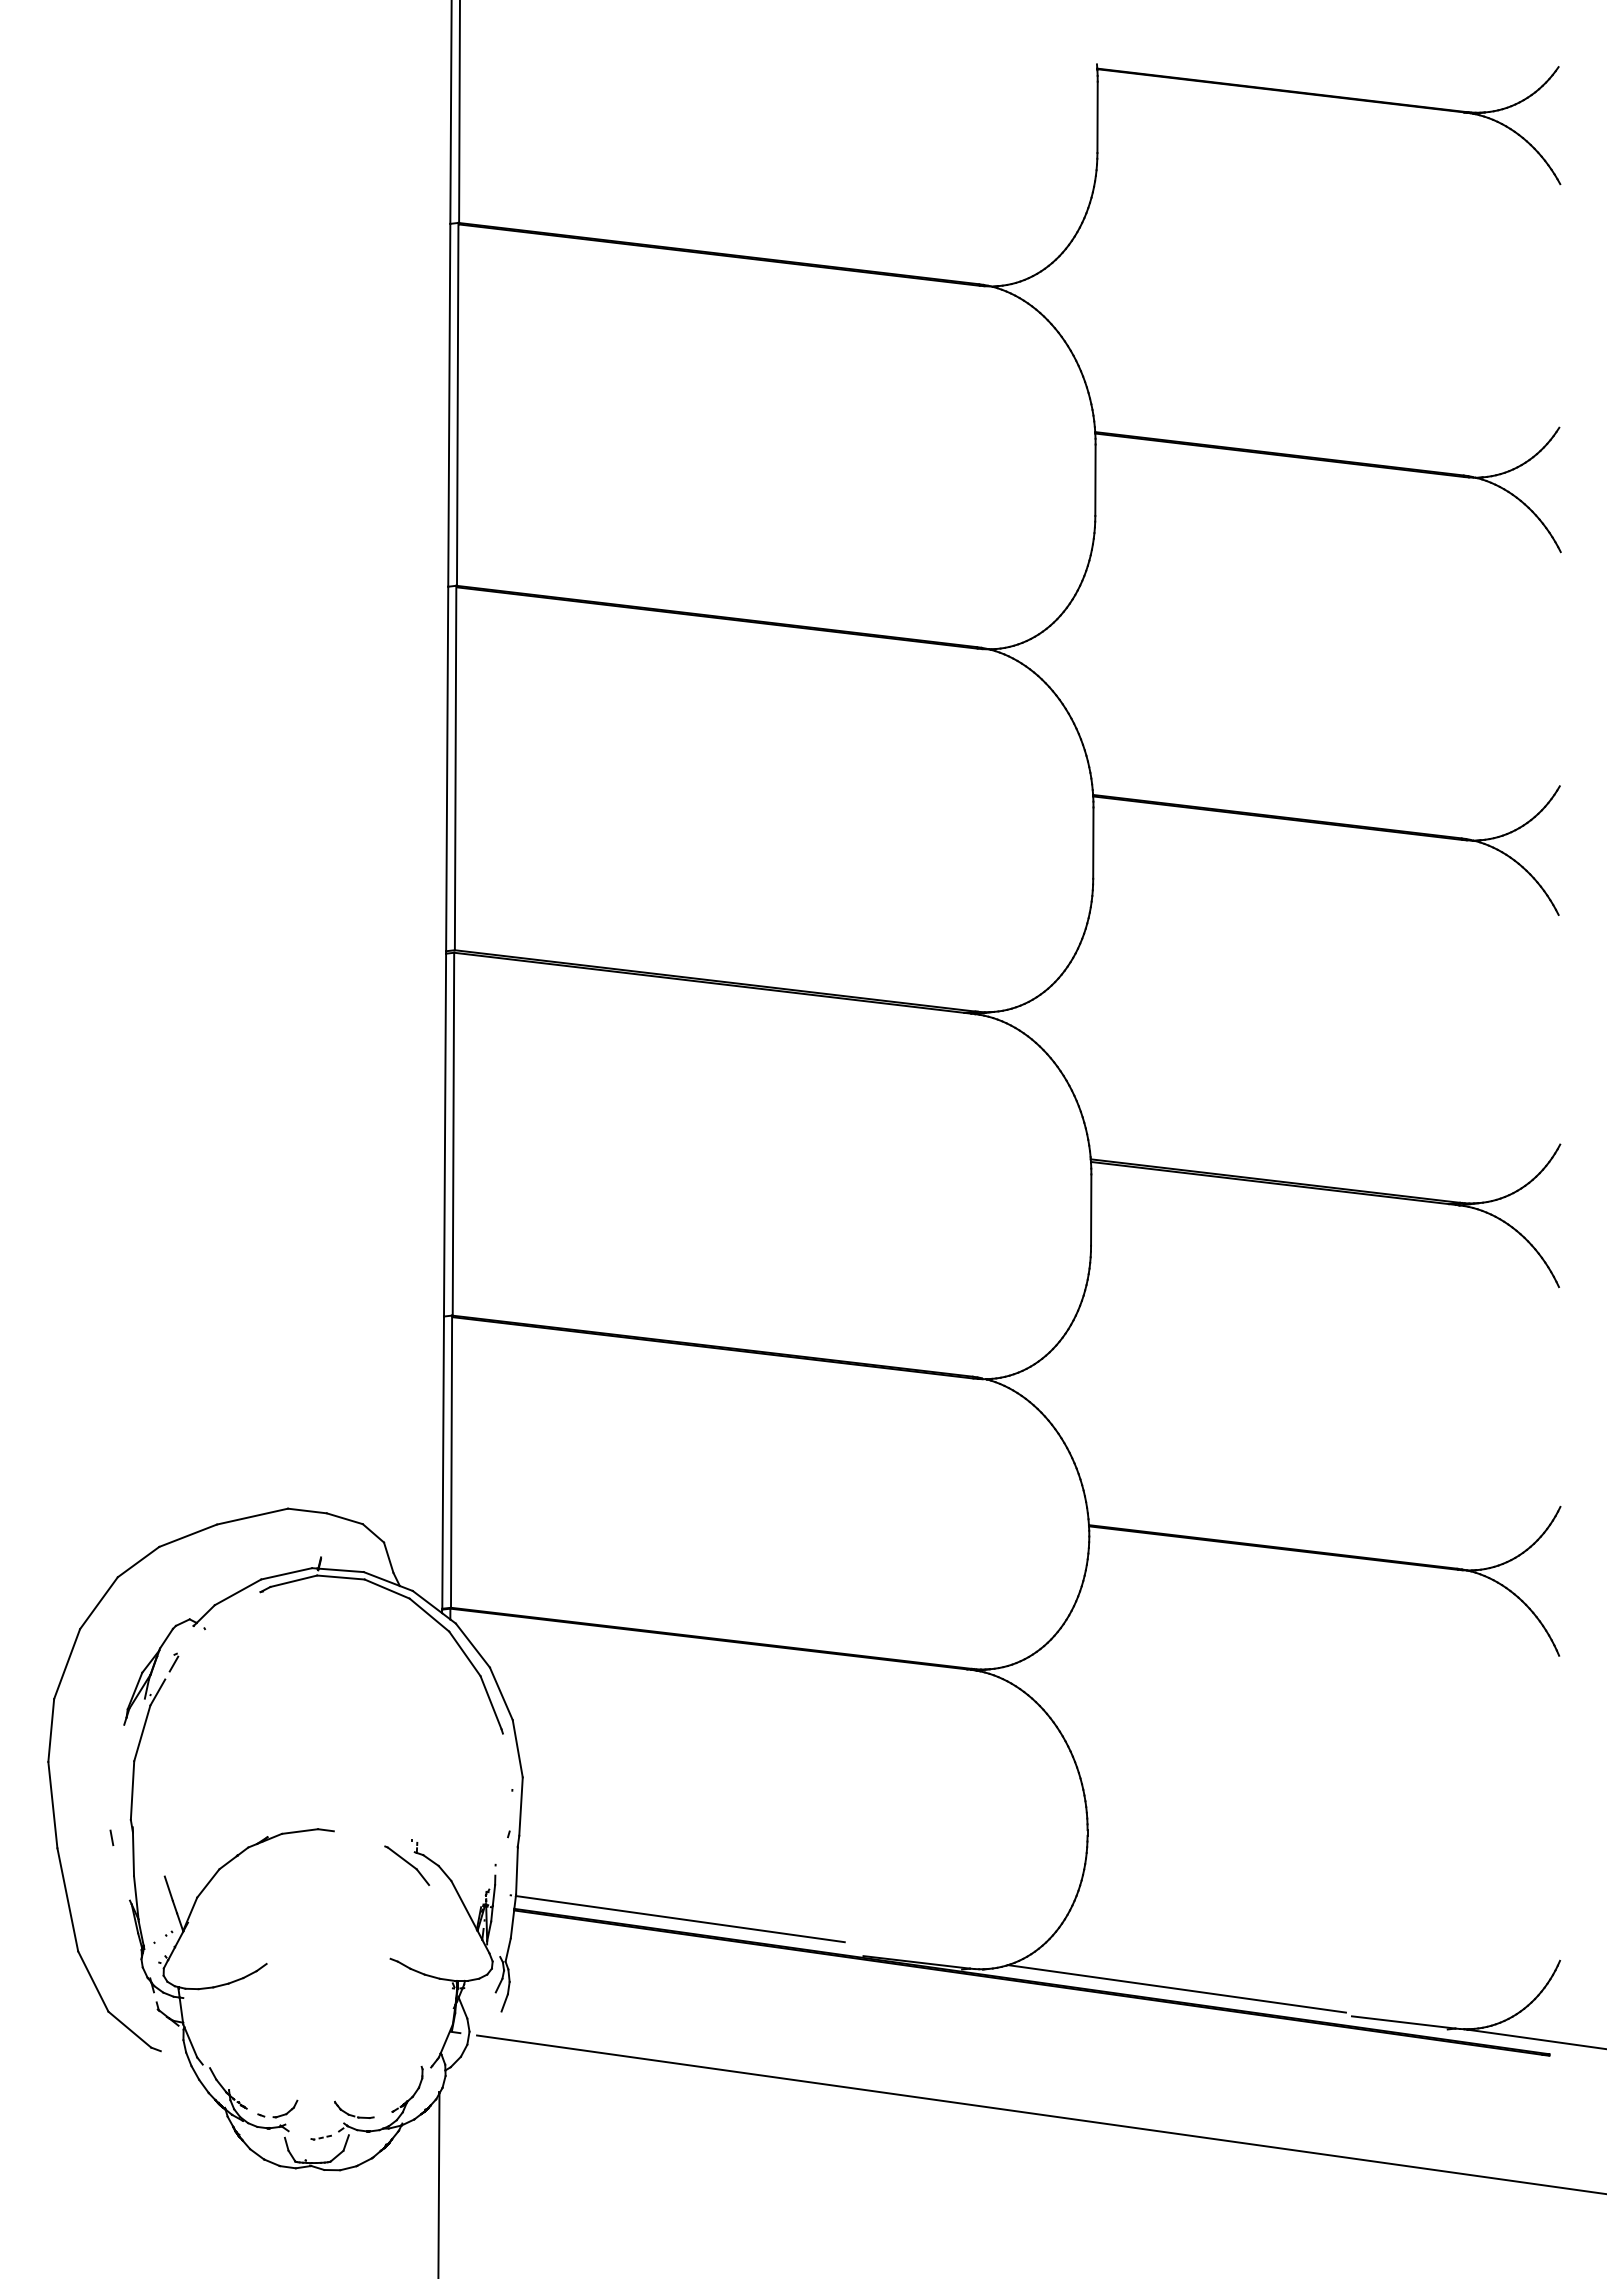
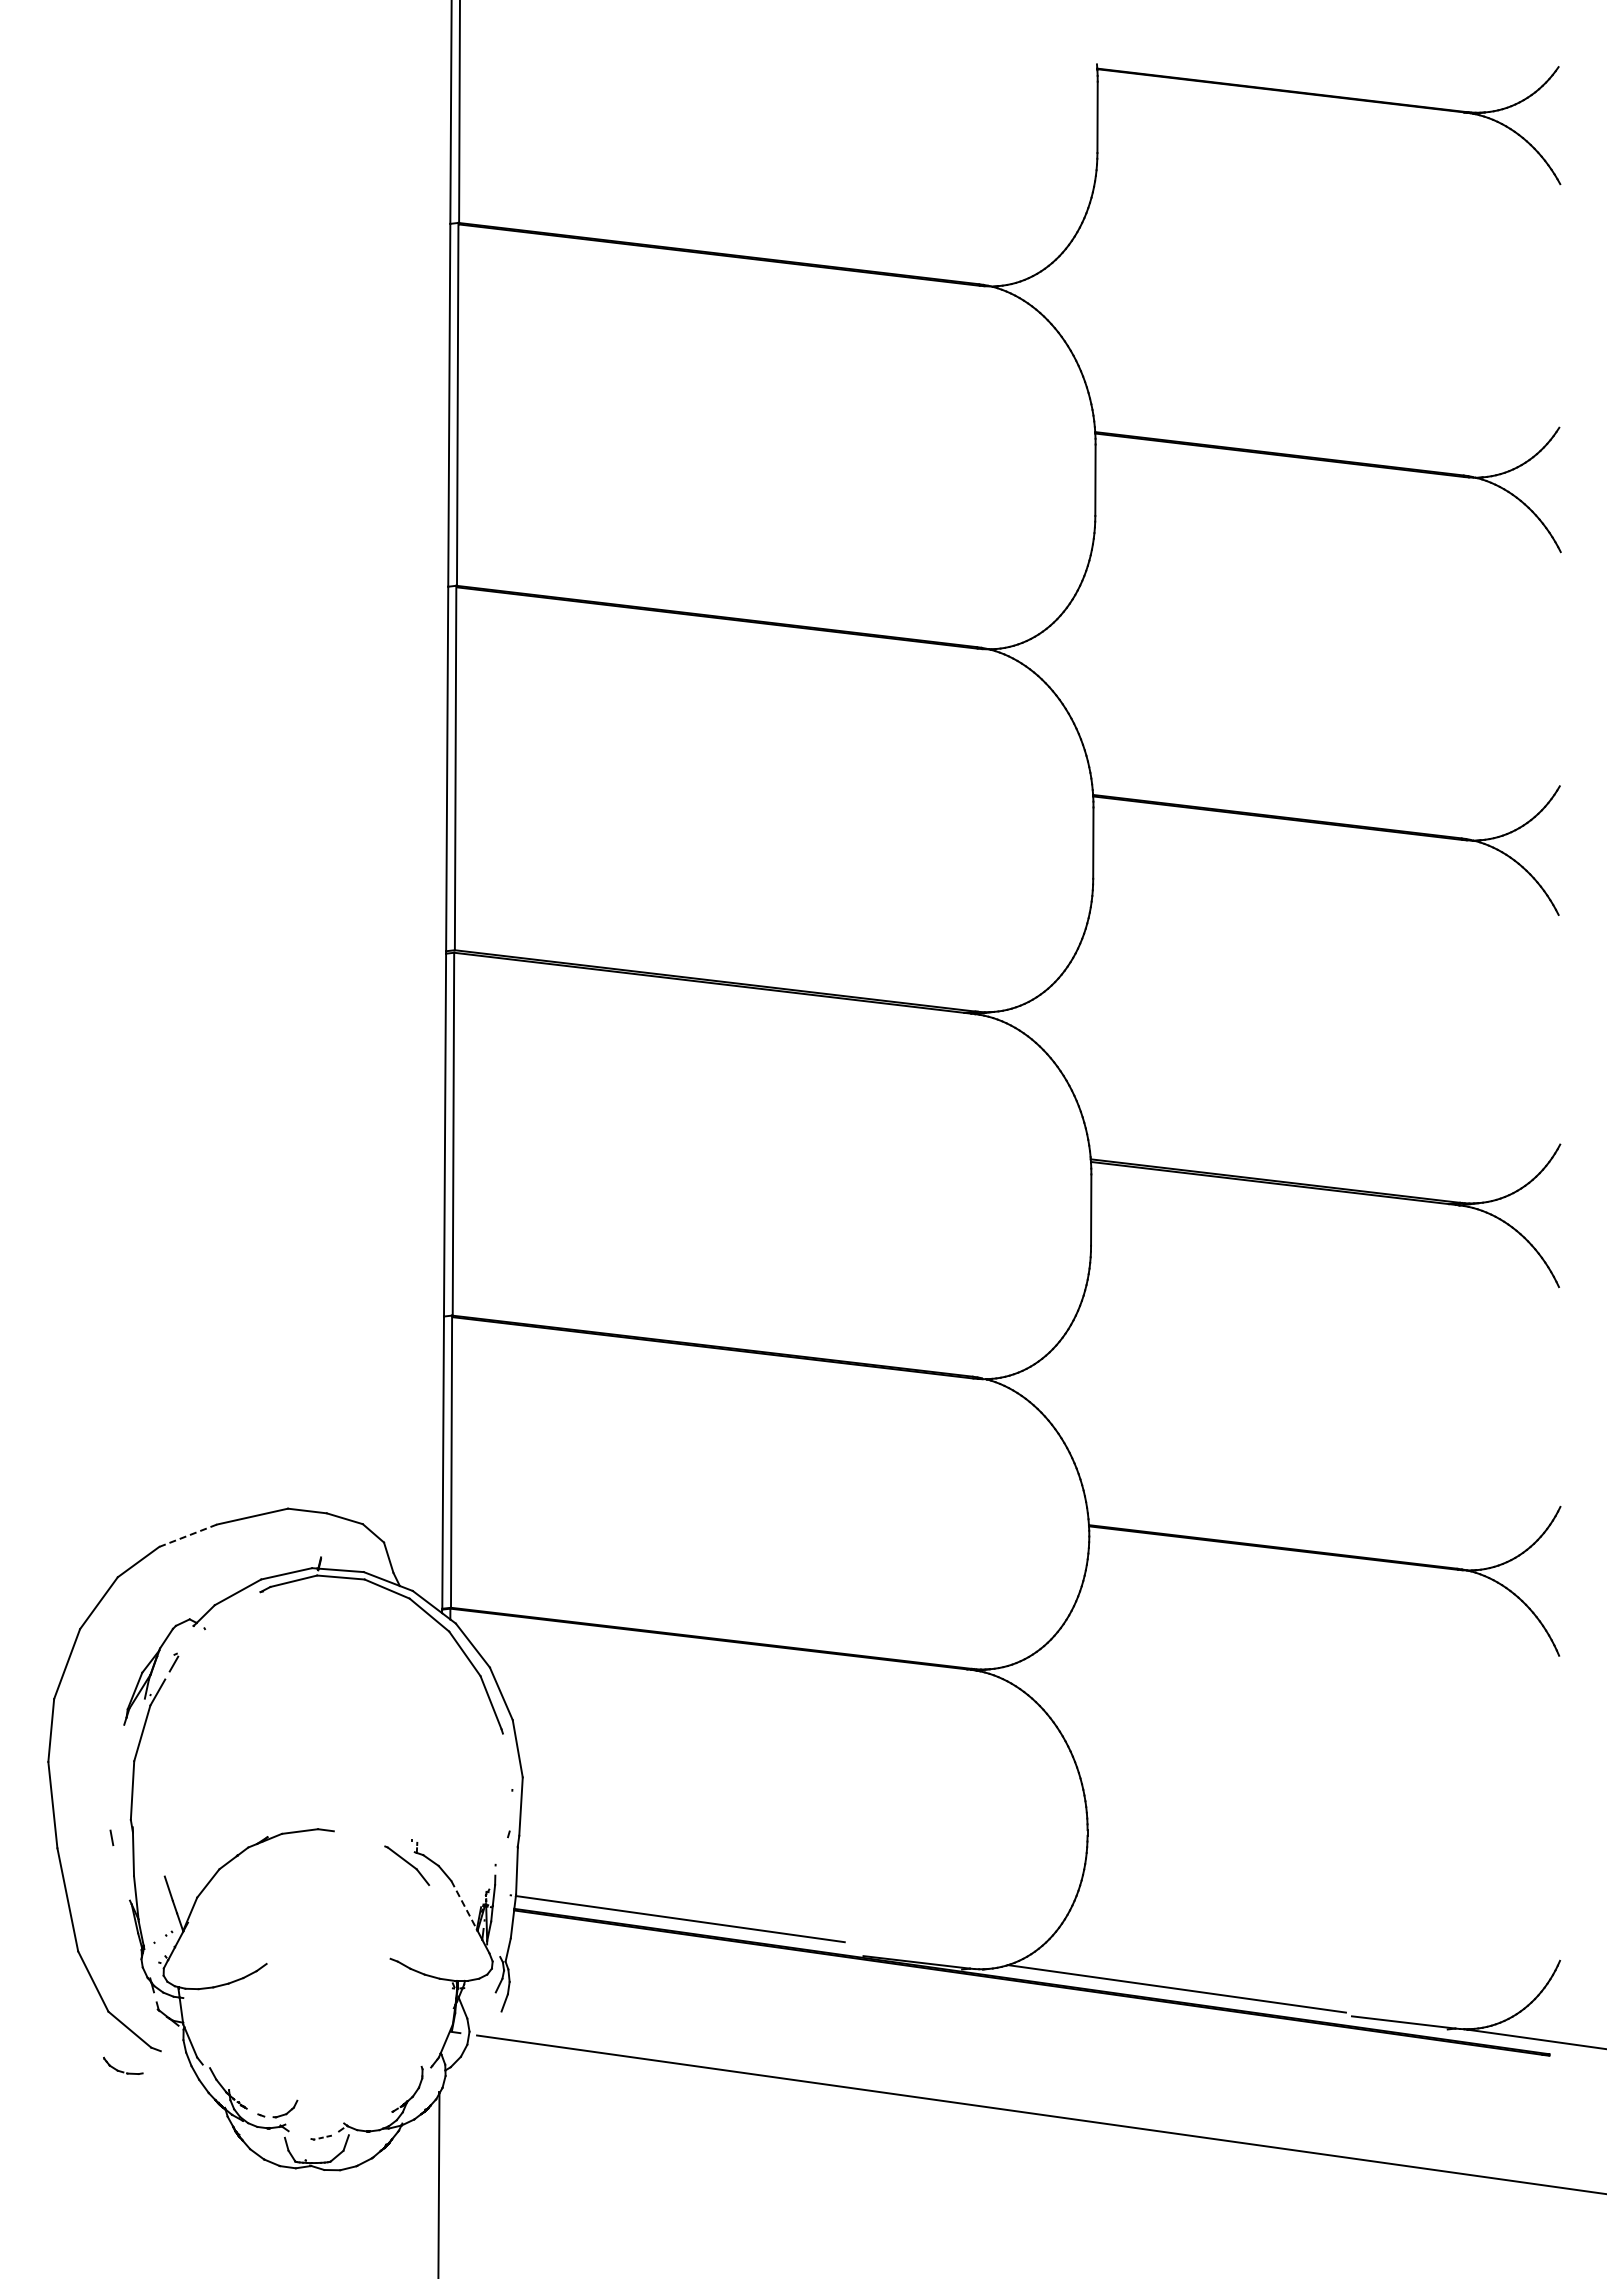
line at (188, 1535): solid -> dashed
line at (464, 1905): solid -> dashed
part at (354, 2109) position: (354, 2109) -> (123, 2065)
